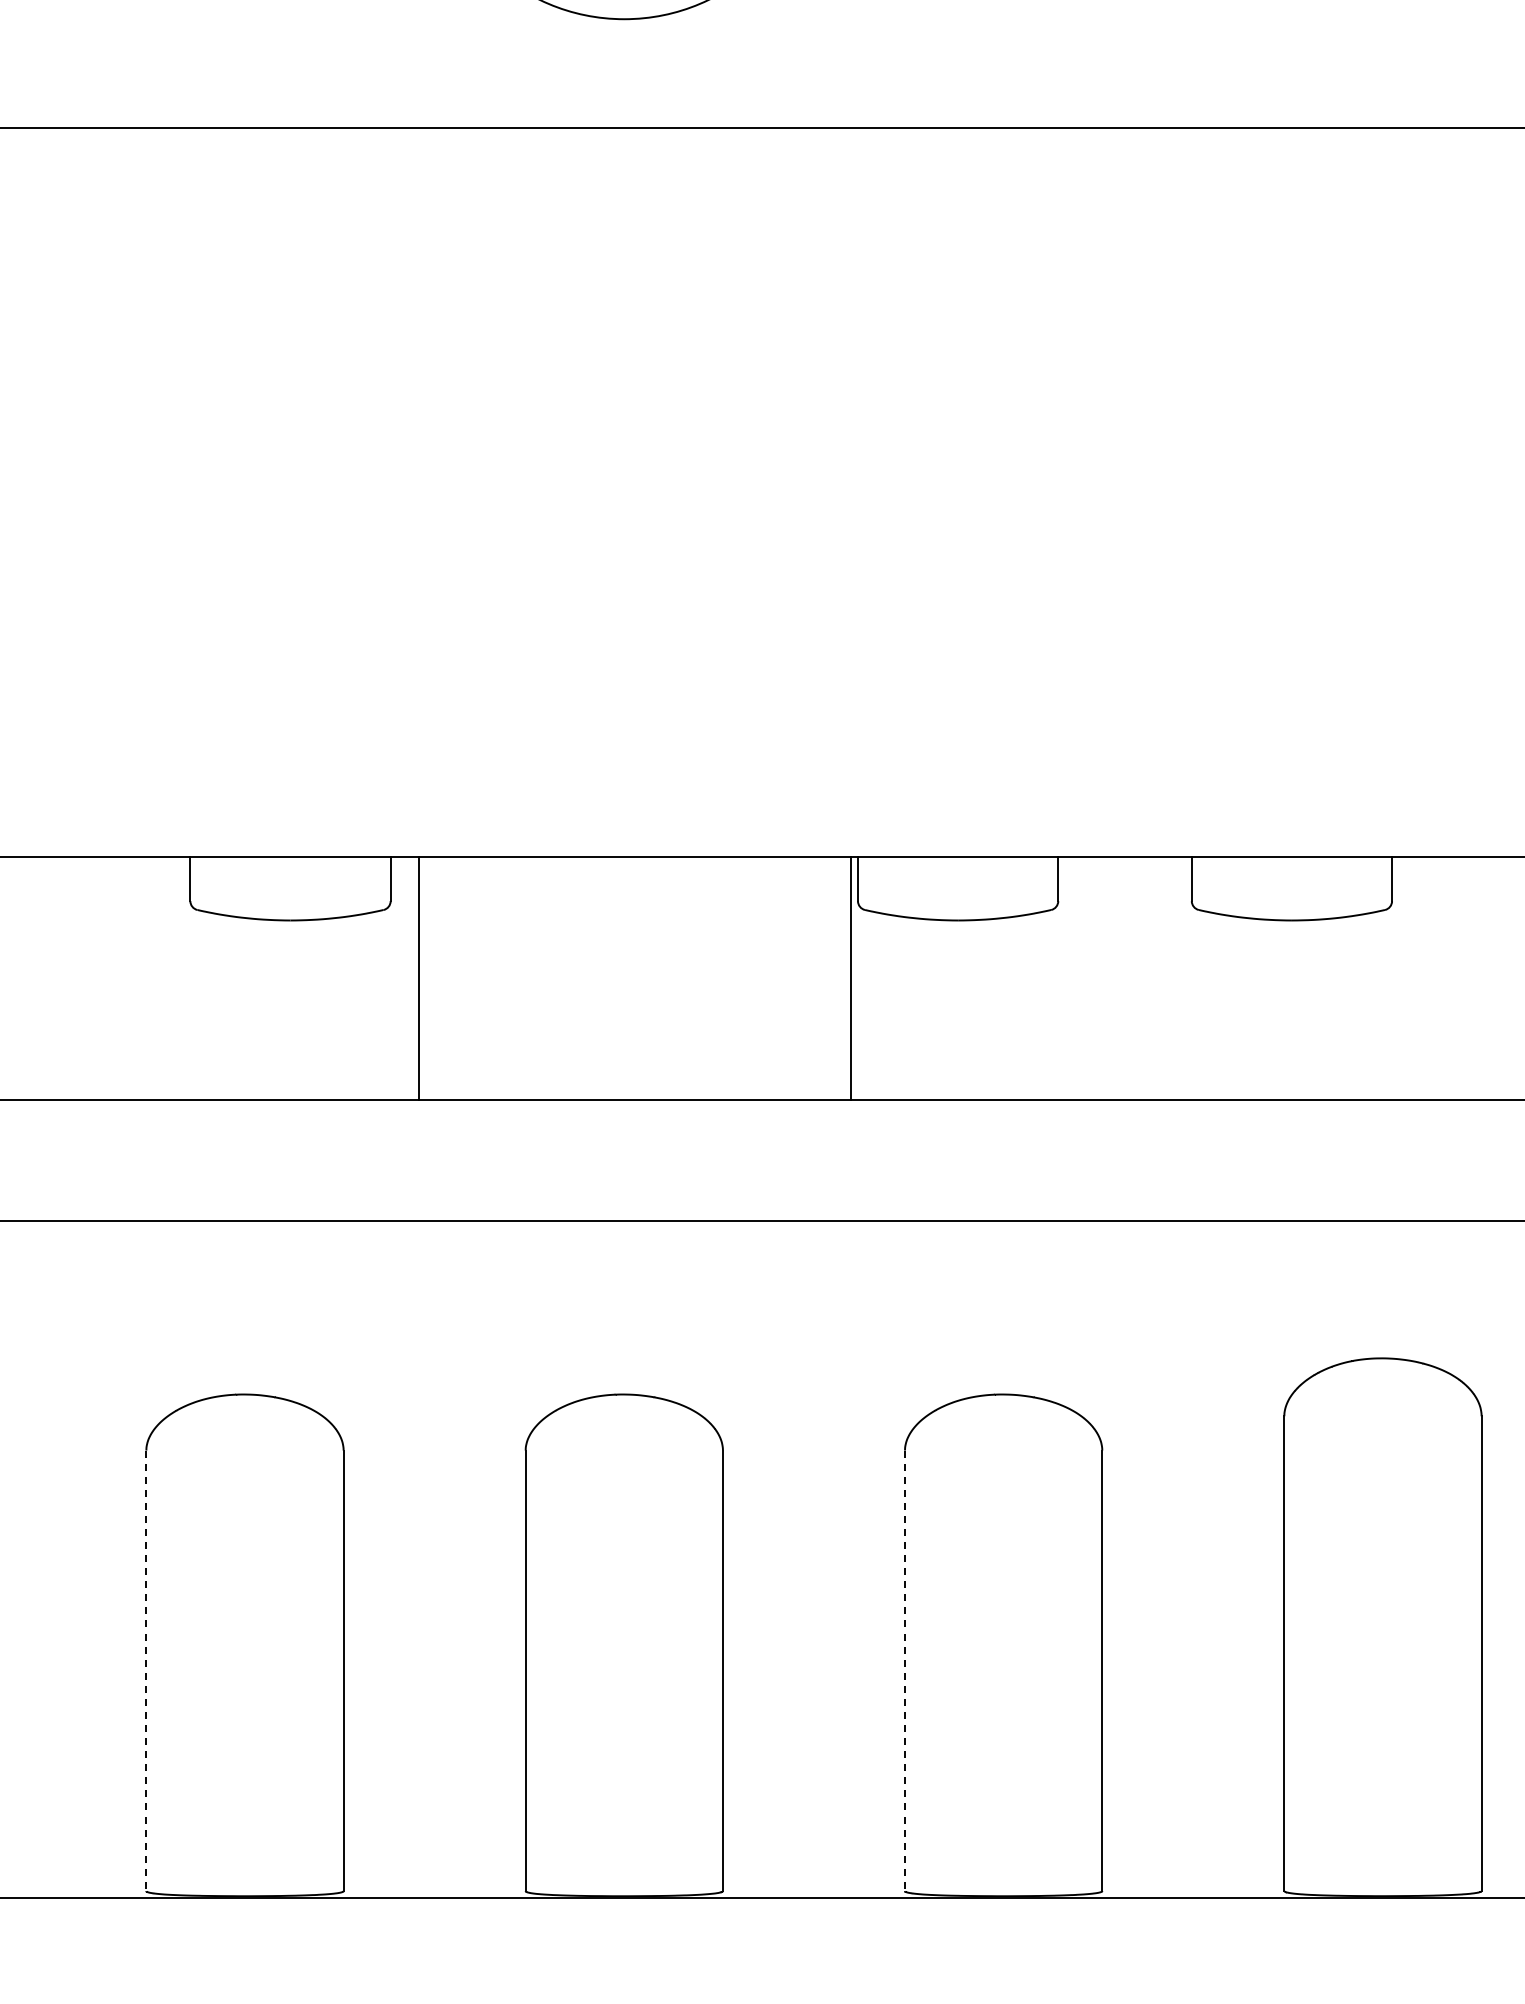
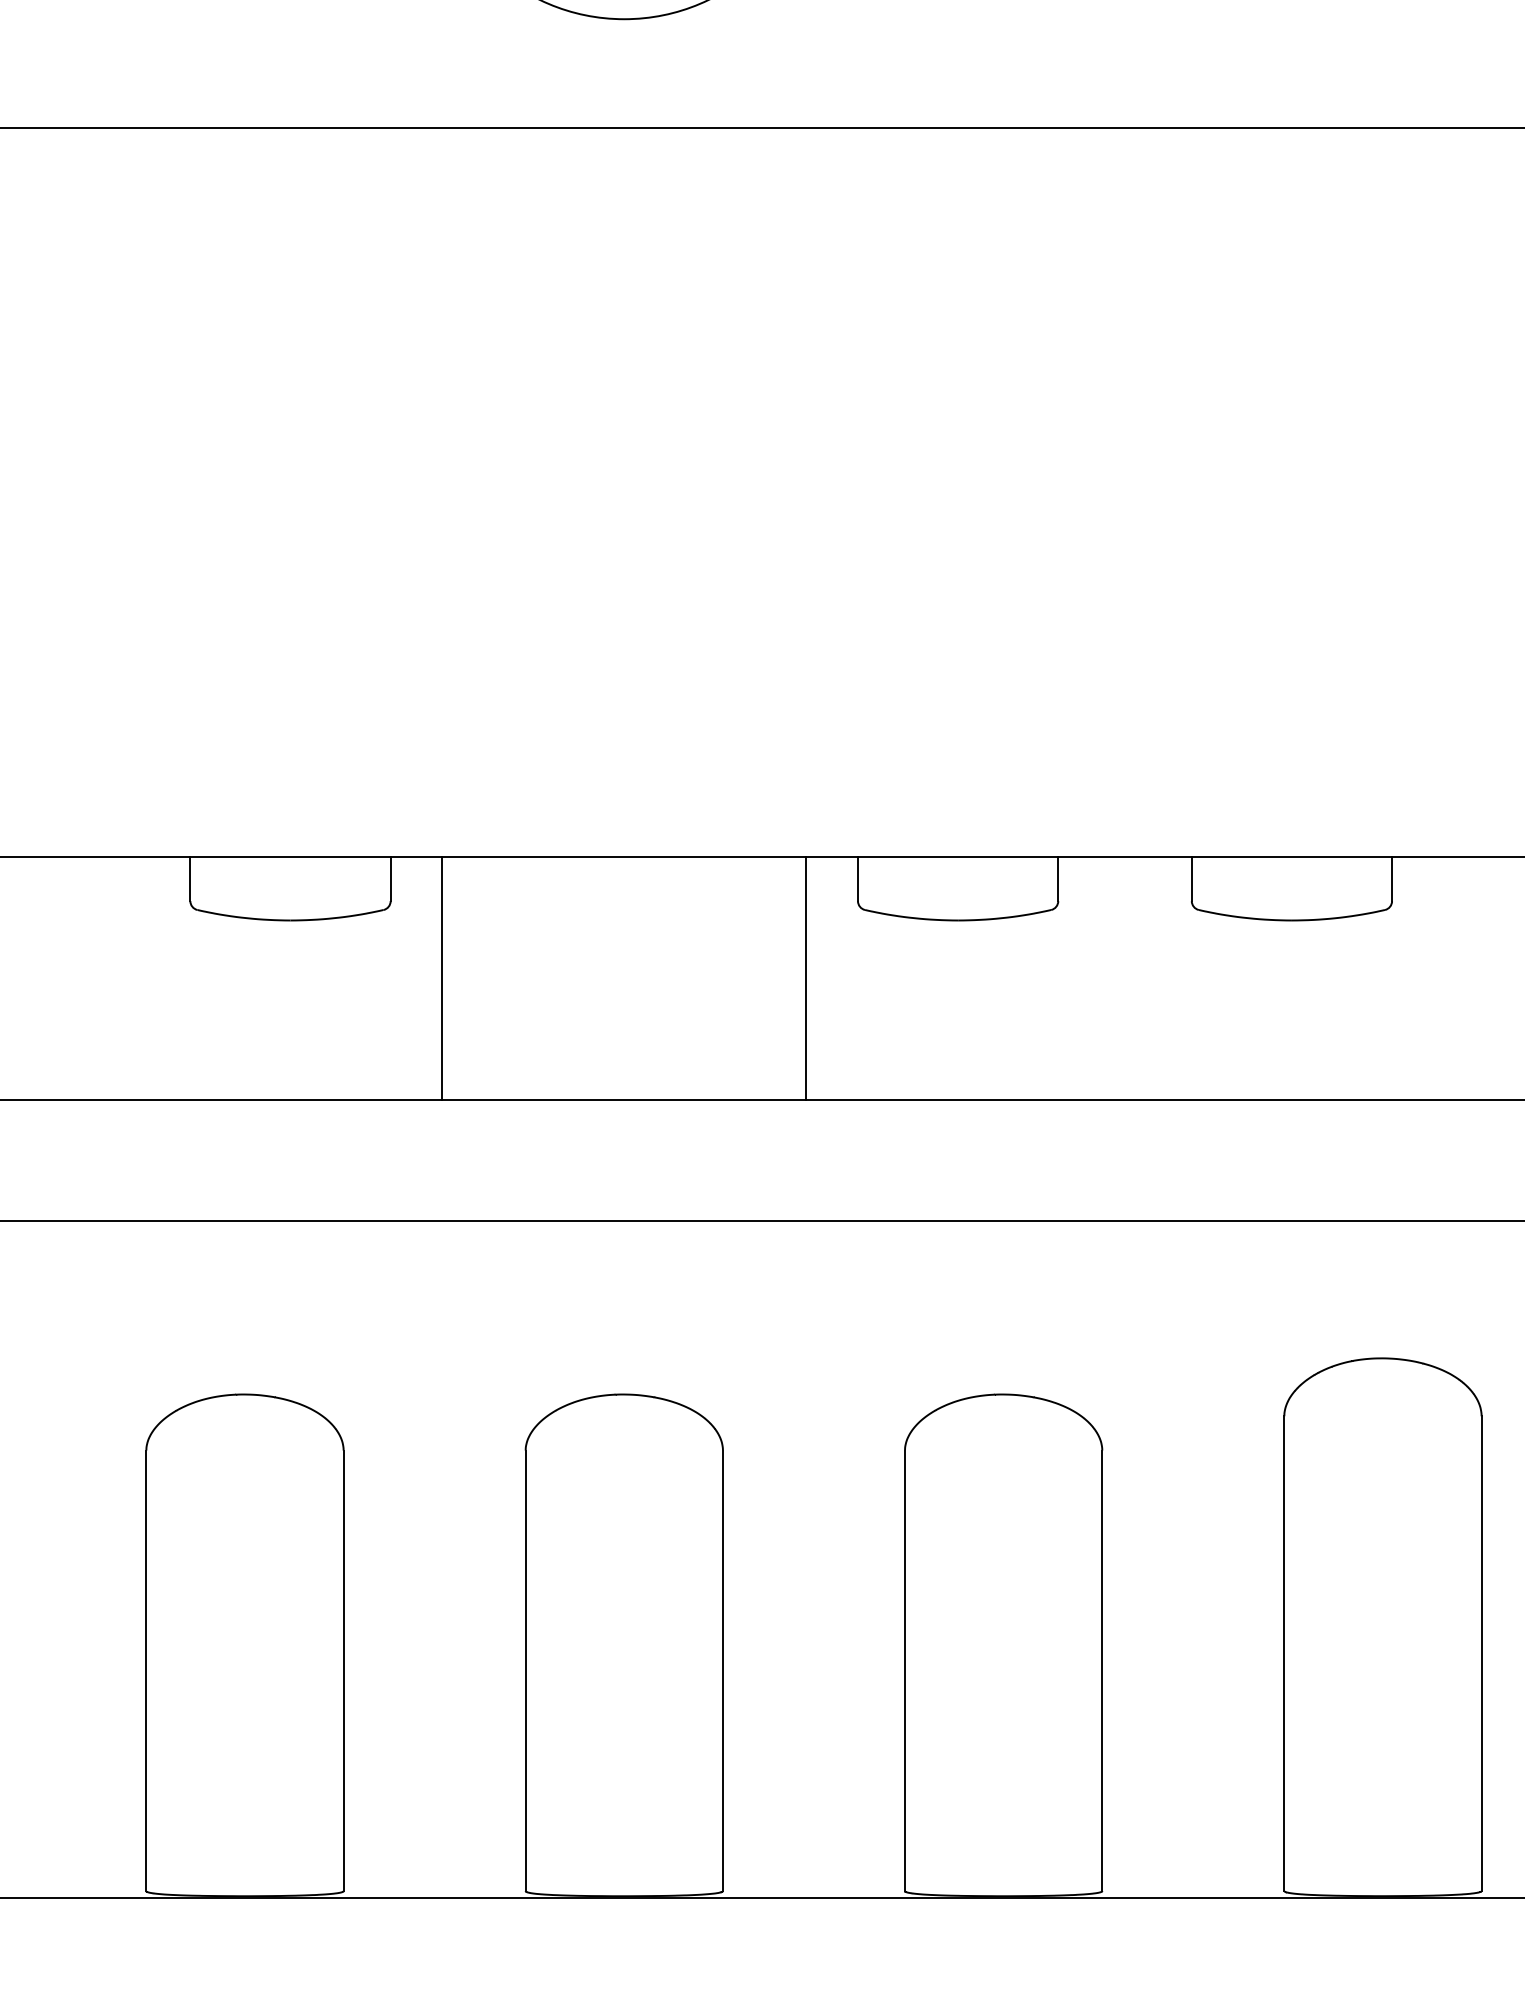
line at (419, 977) position: (419, 977) -> (442, 977)
line at (851, 977) position: (851, 977) -> (806, 977)
line at (146, 1671): dashed -> solid
line at (905, 1671): dashed -> solid
